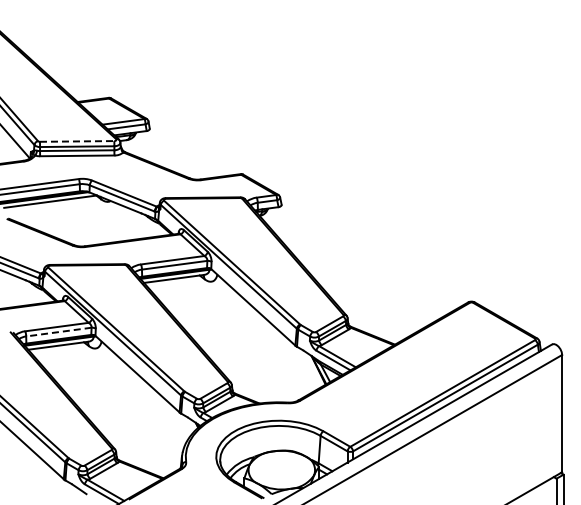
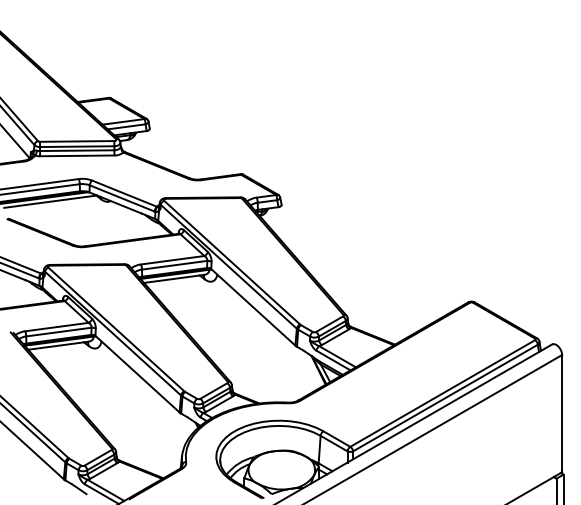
line at (77, 141): dashed -> solid
line at (58, 332): dashed -> solid
